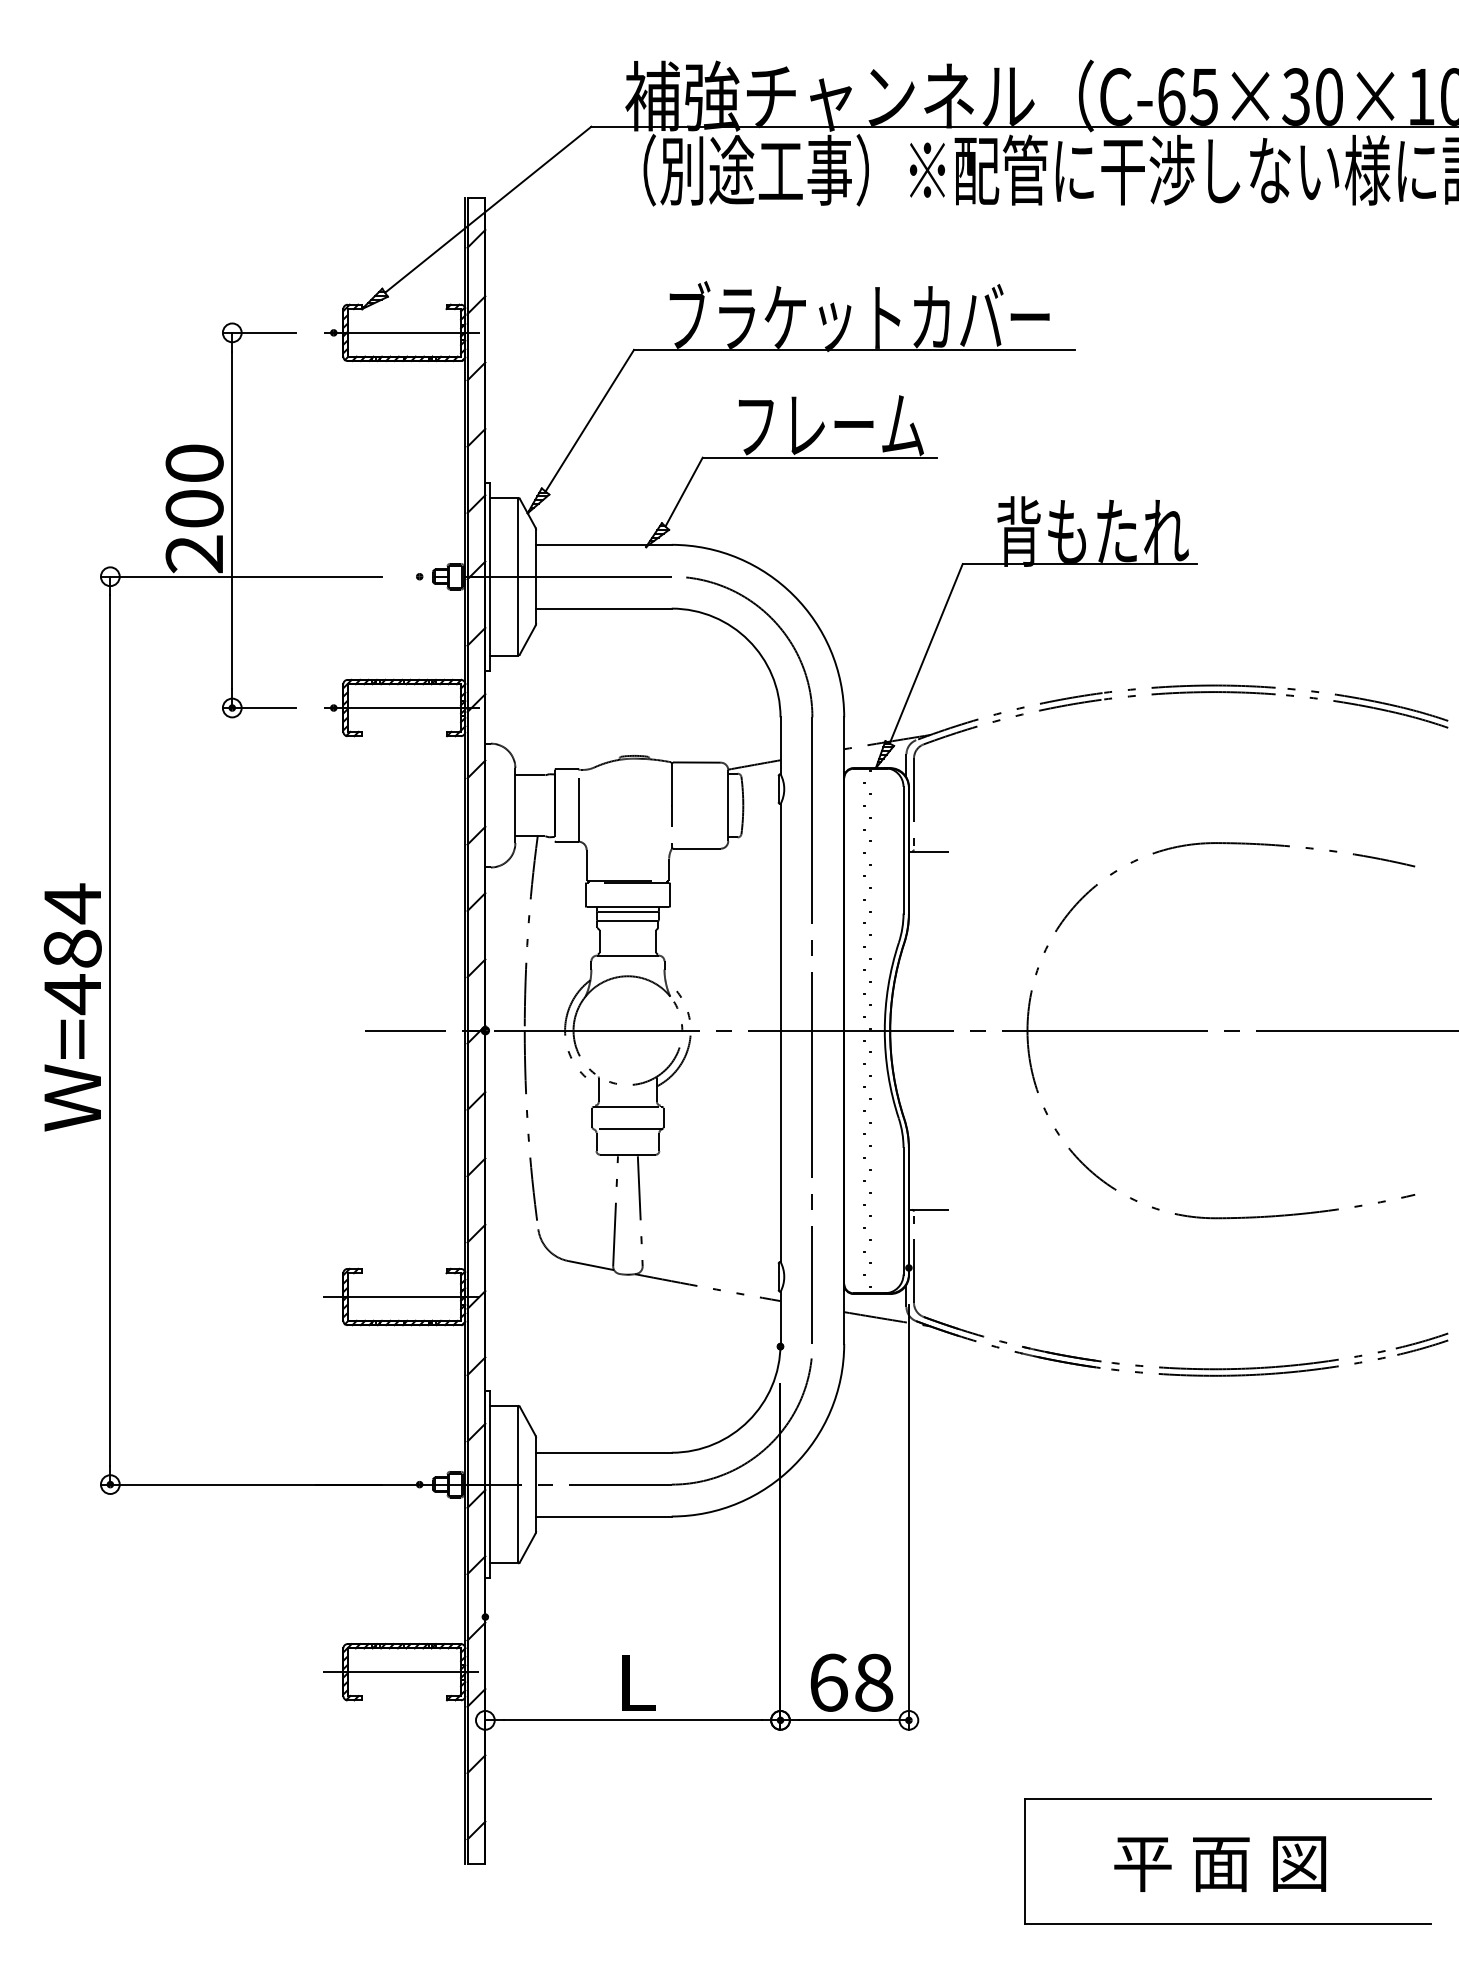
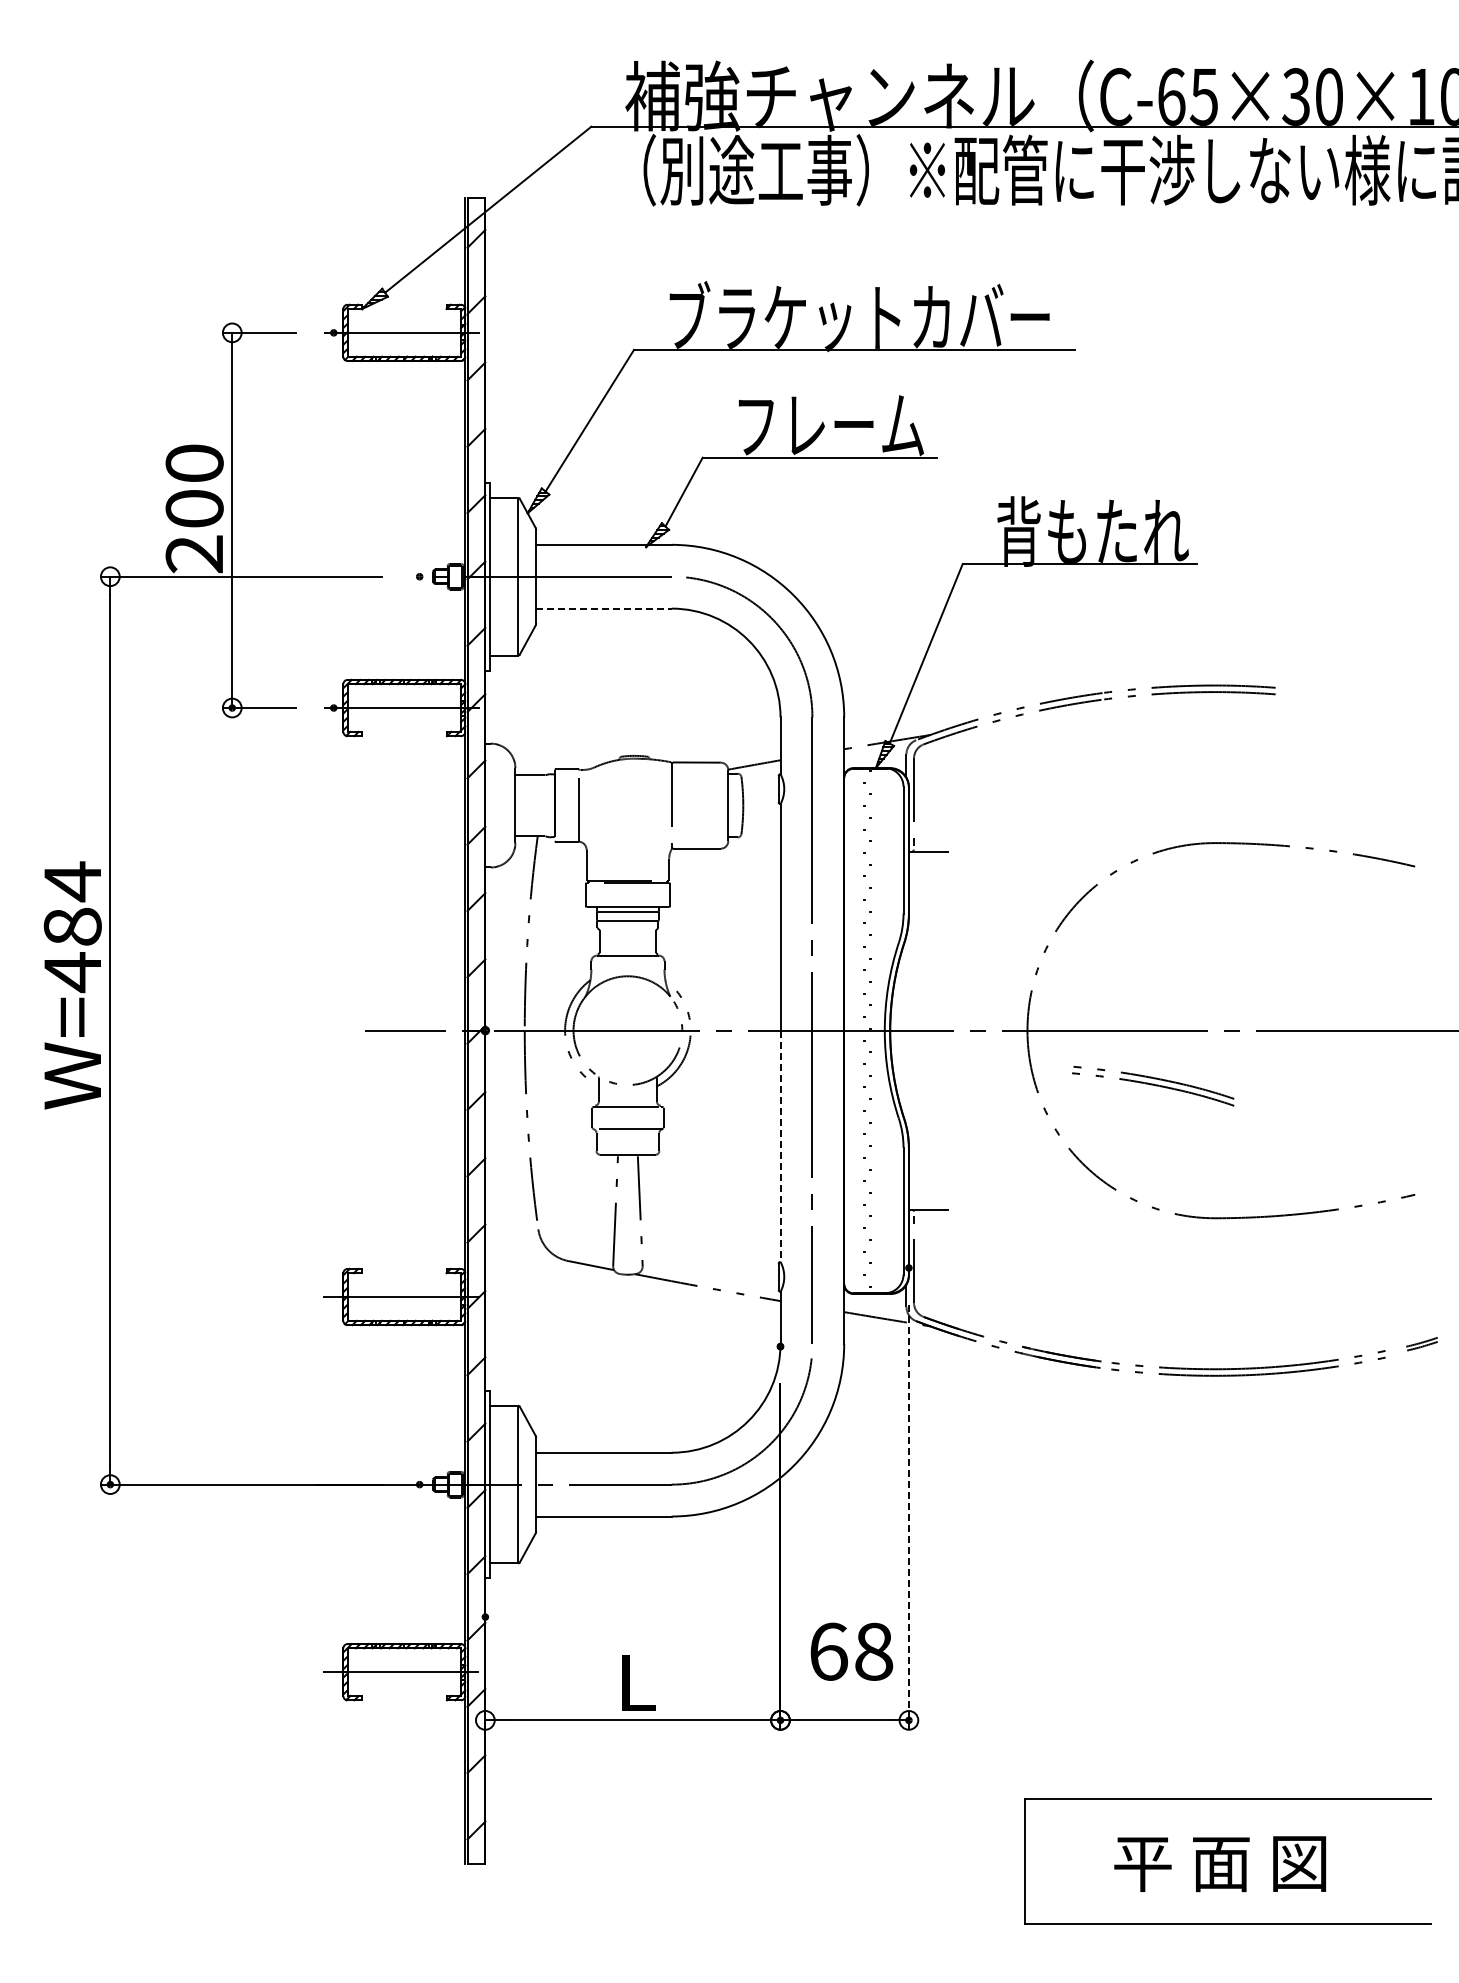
line at (603, 608): solid -> dashed
part at (1367, 708) position: (1367, 708) -> (1153, 1086)
text at (72, 1007) position: (72, 1007) -> (72, 985)
line at (780, 1146): solid -> dashed
part at (1421, 1343) size: 54x24 px -> 32x15 px
line at (908, 1518): solid -> dashed
text at (851, 1682) position: (851, 1682) -> (851, 1651)
